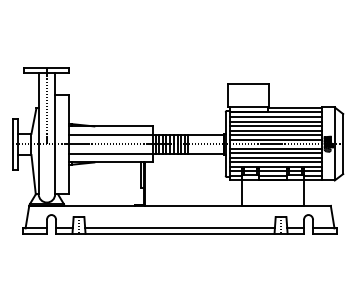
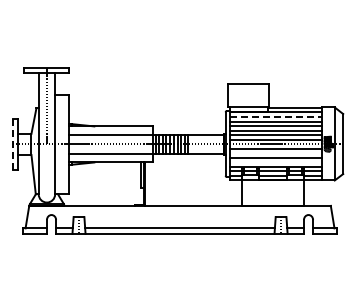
line at (276, 117): solid -> dashed
line at (12, 144): solid -> dashed
line at (275, 153): present -> none
line at (275, 162): present -> none
